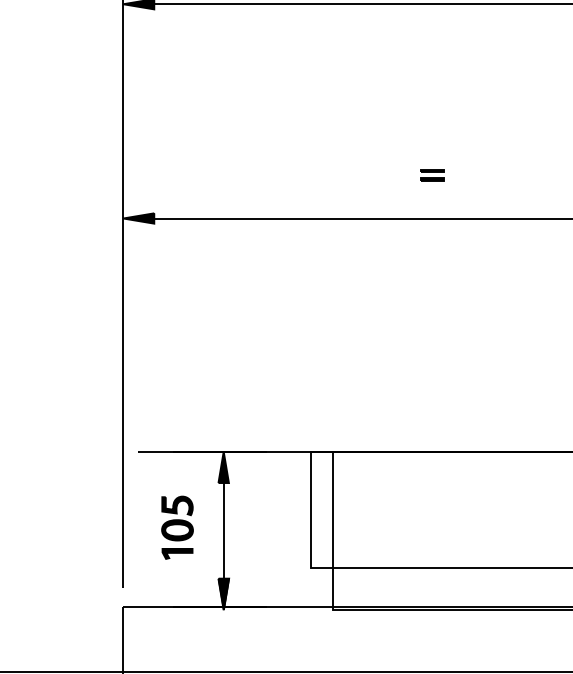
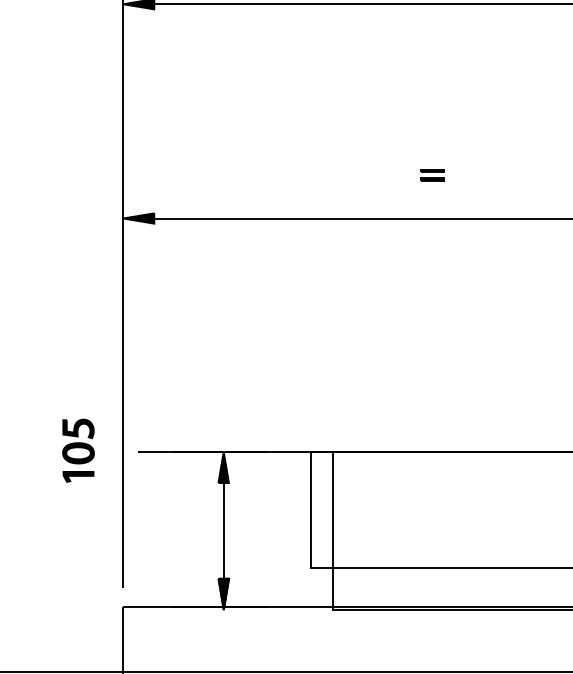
part at (177, 527) position: (177, 527) -> (78, 450)
